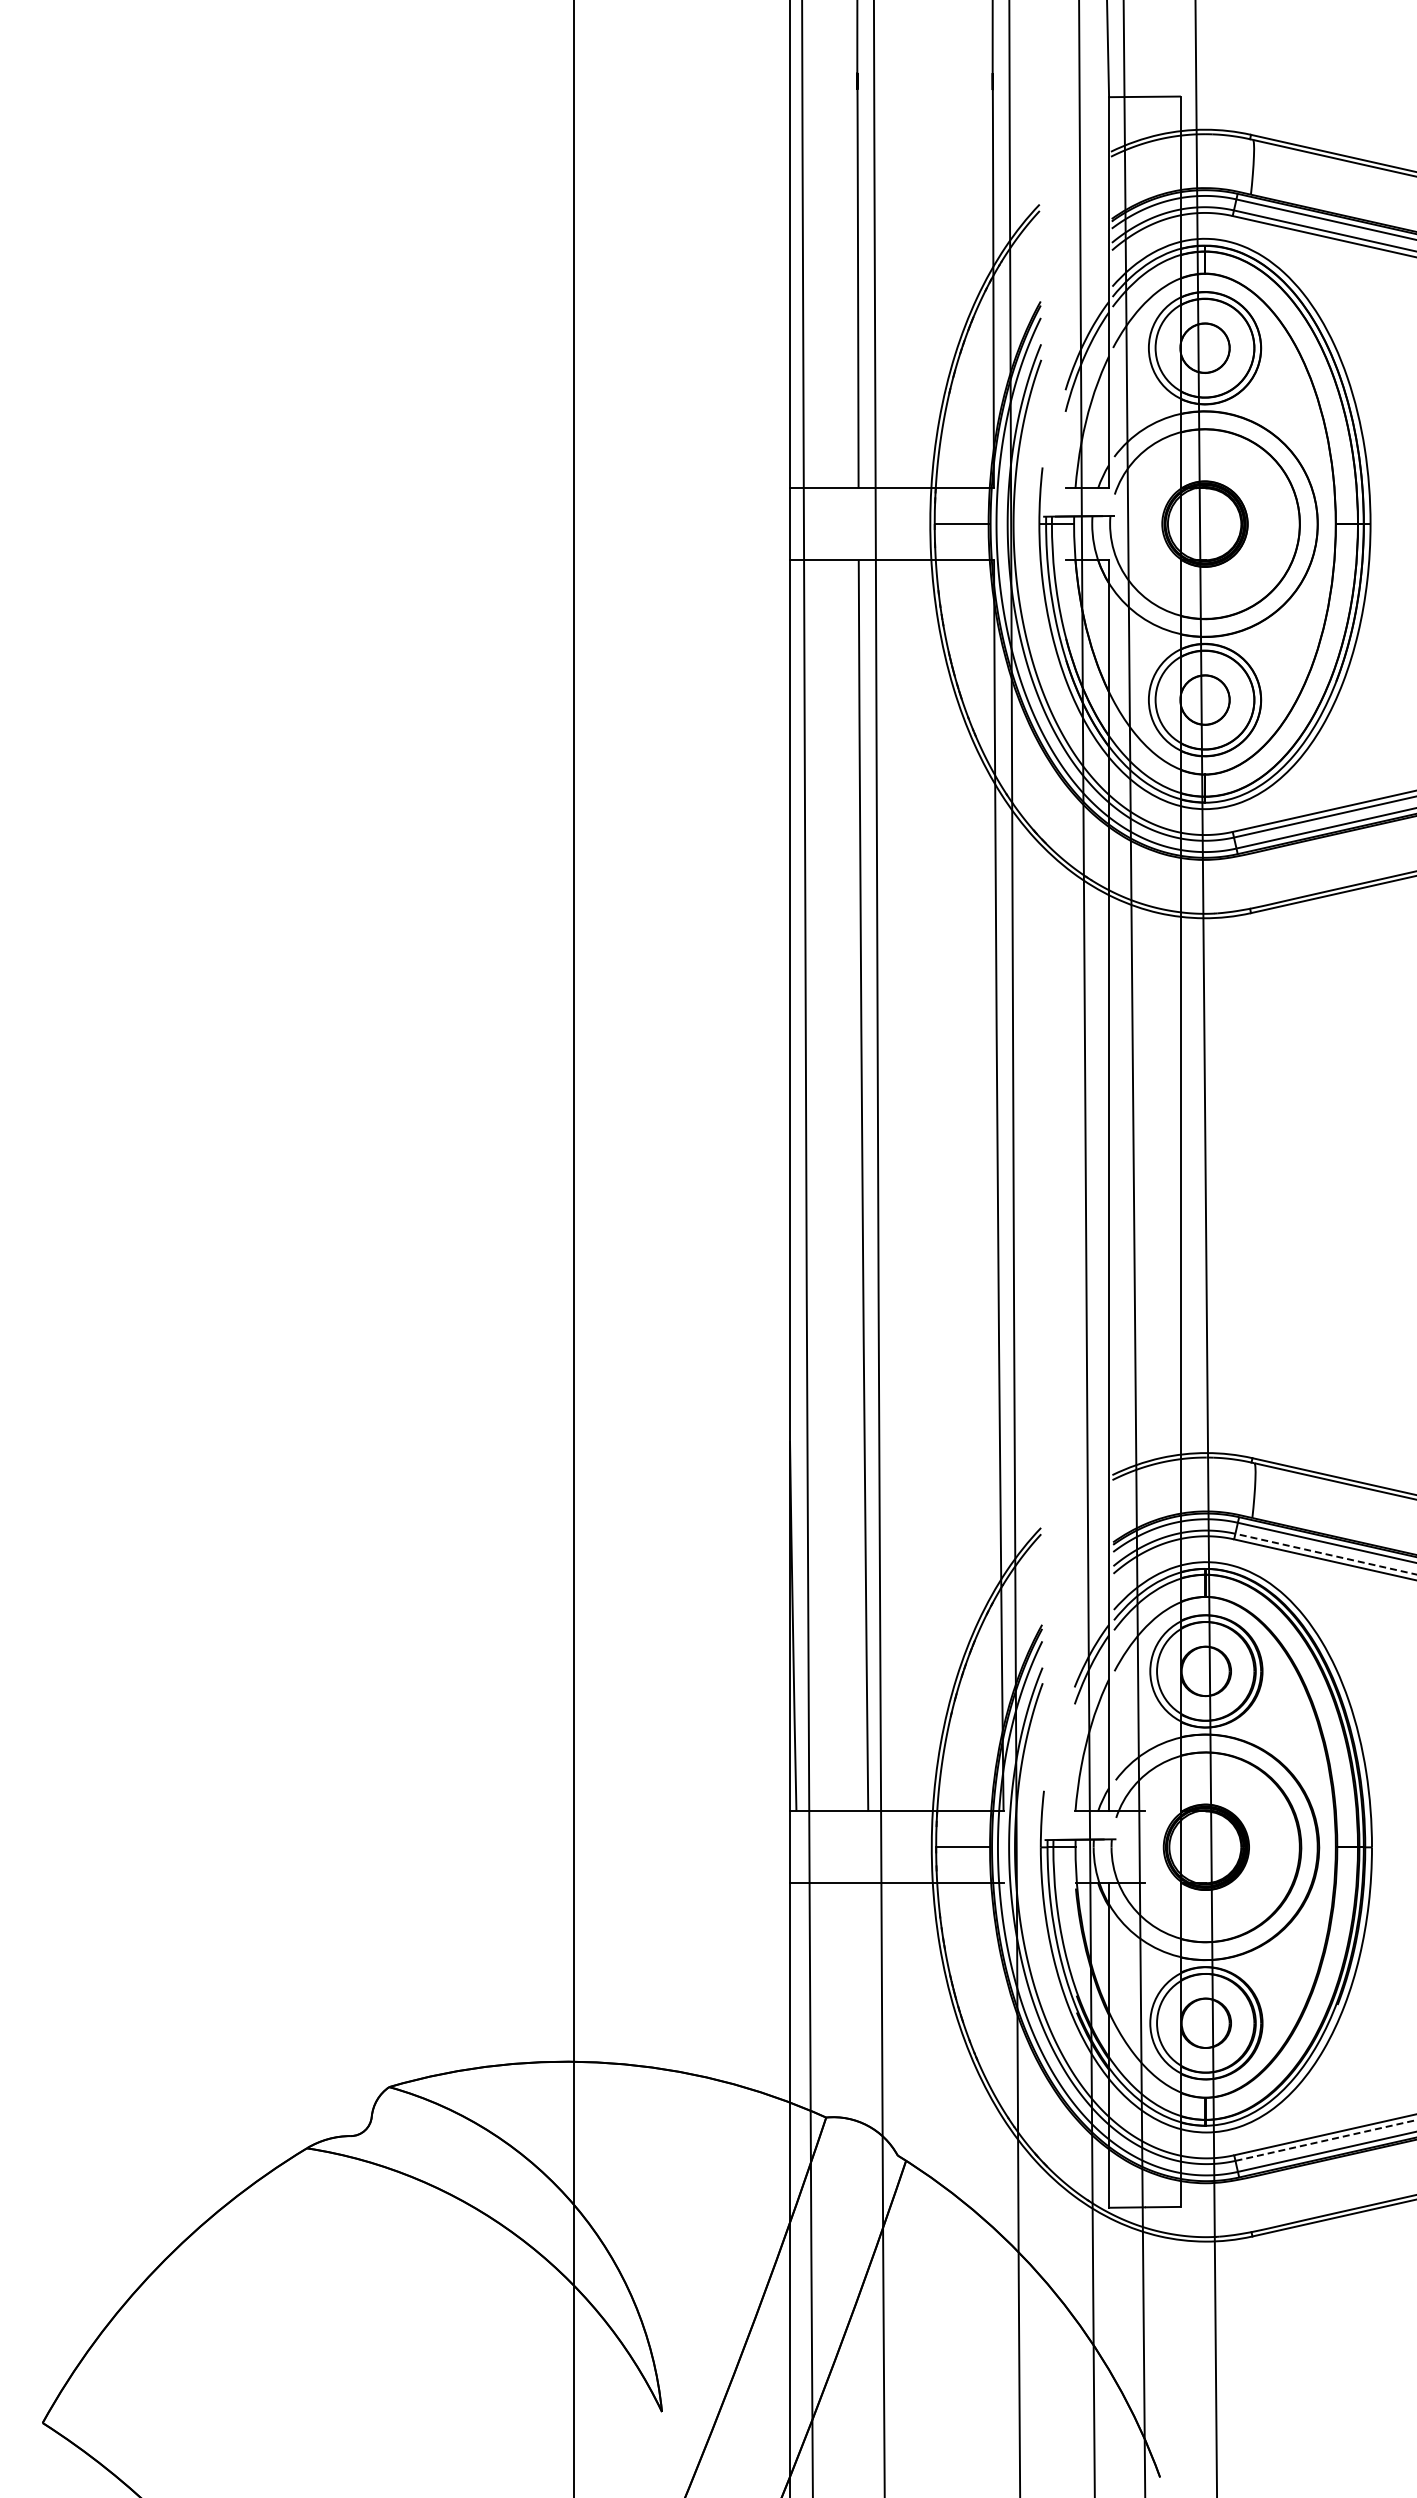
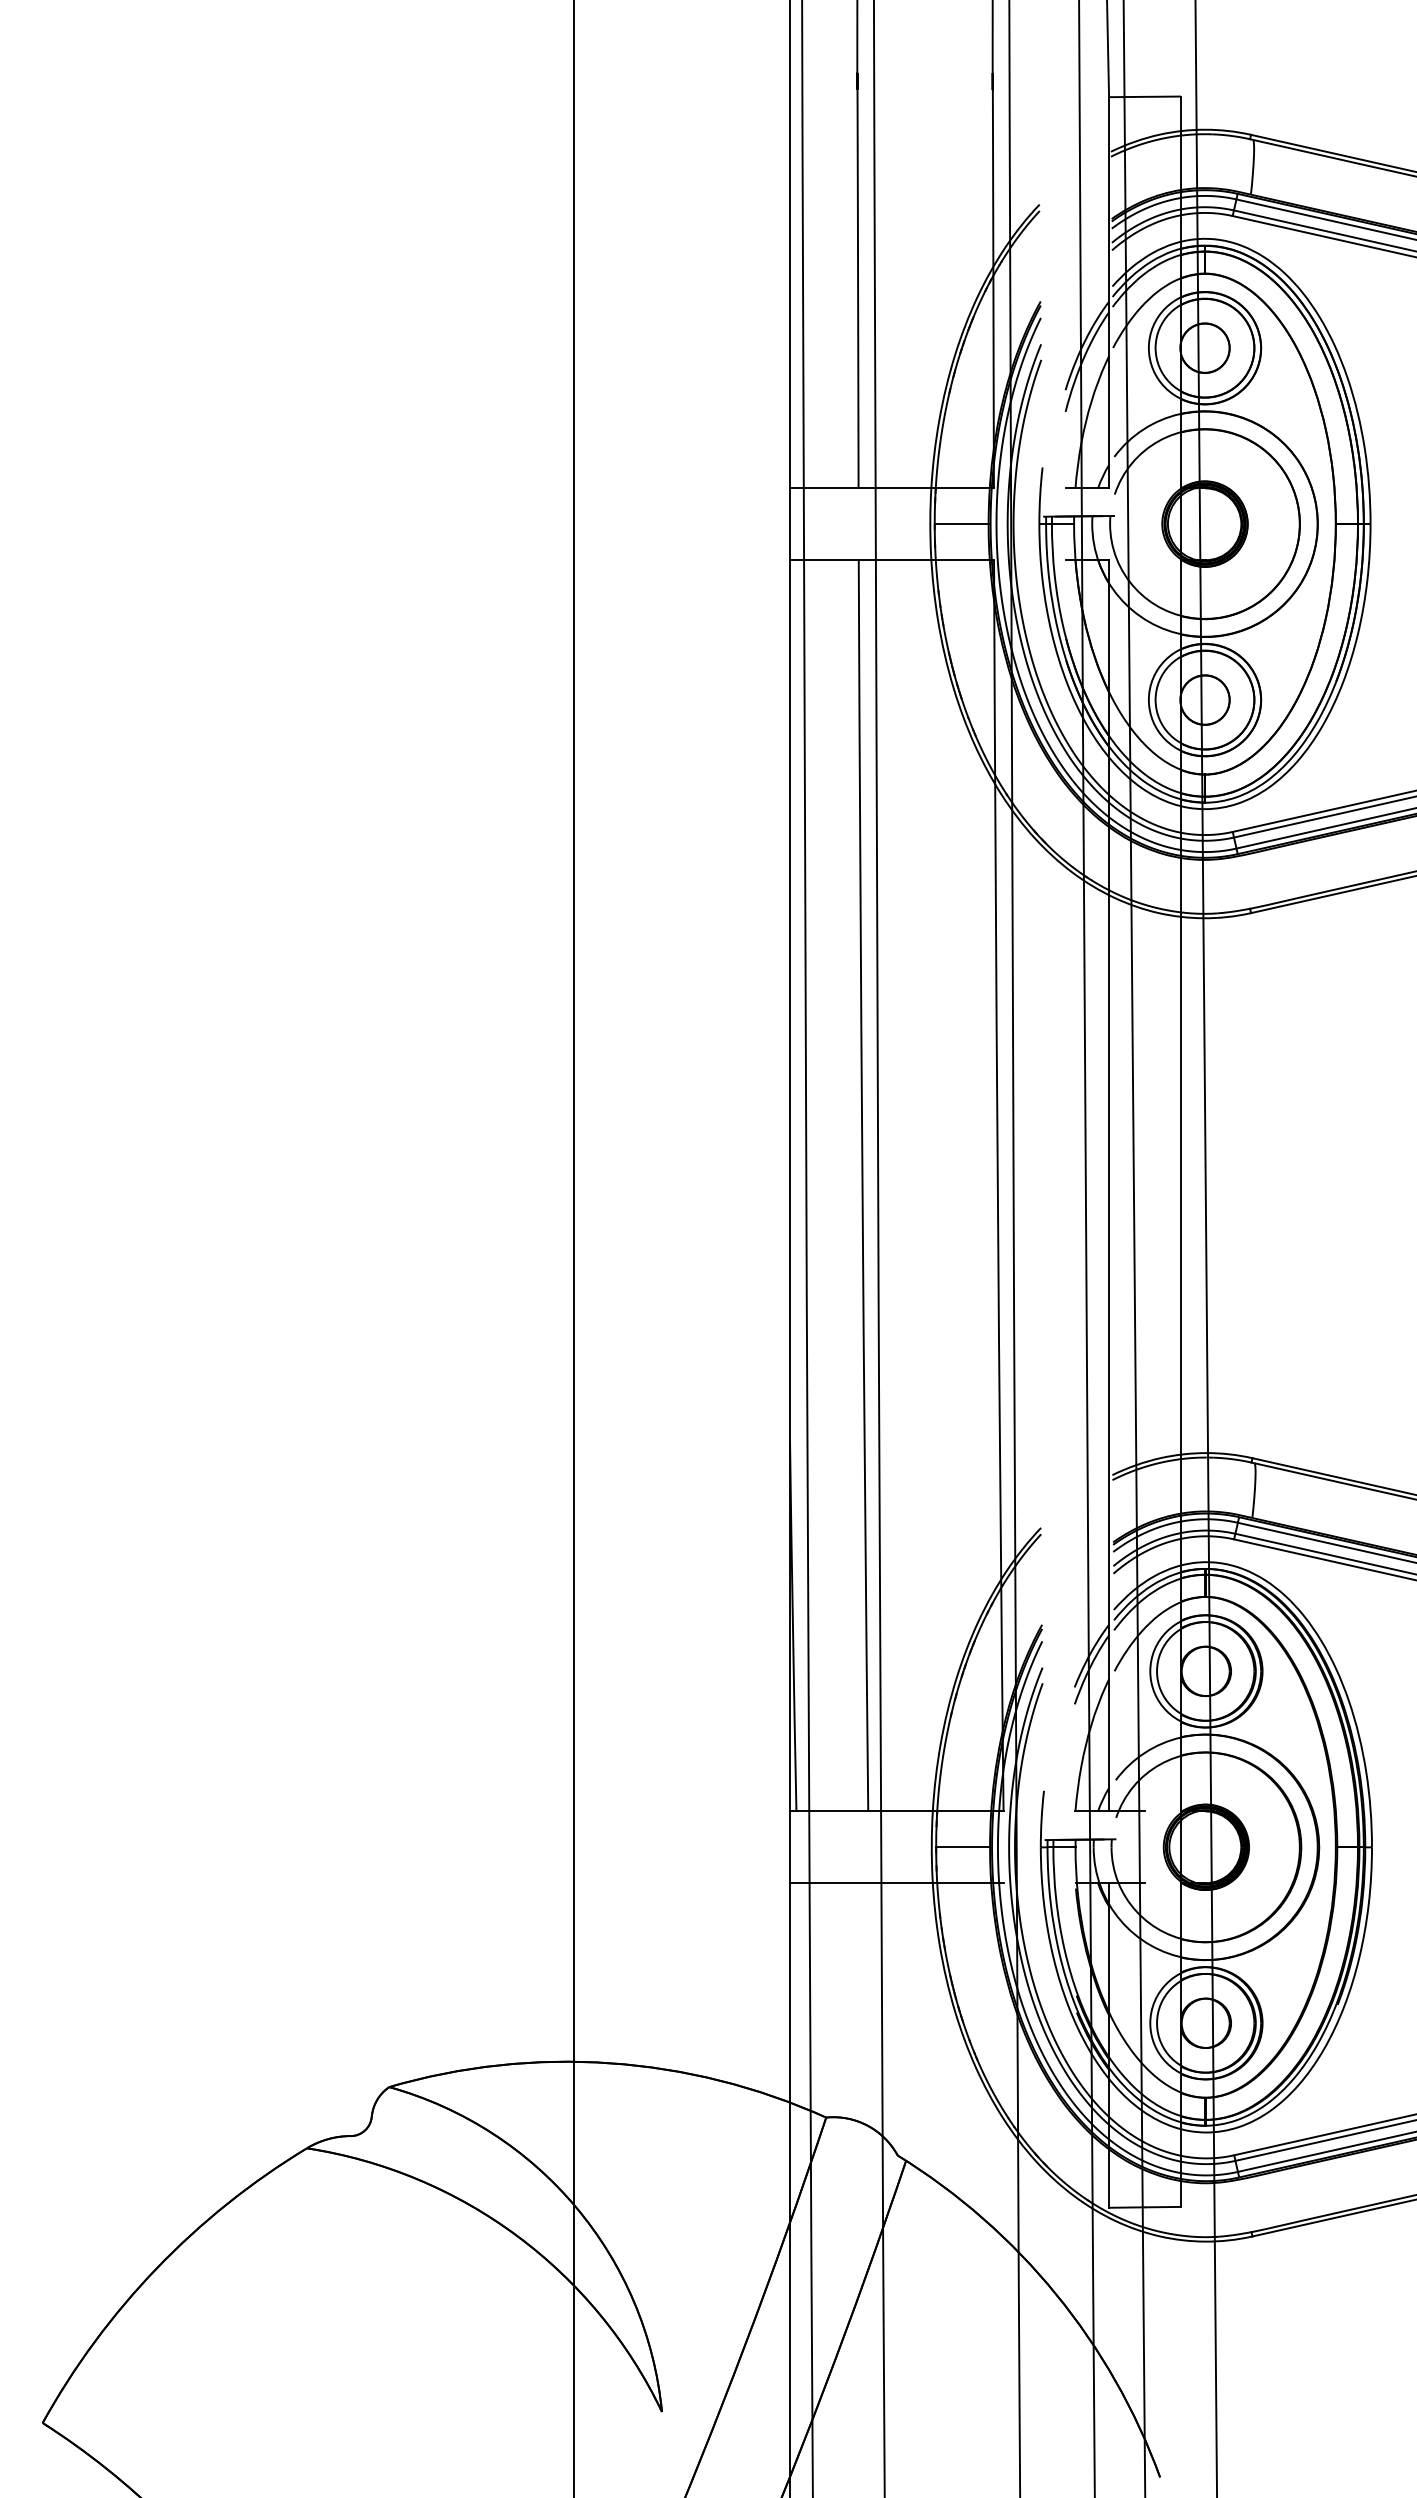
line at (1325, 1554): dashed -> solid
line at (1326, 2140): dashed -> solid
